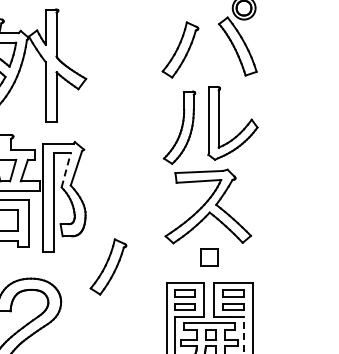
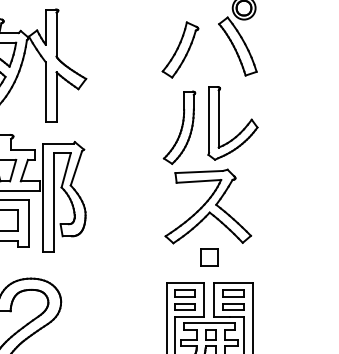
line at (66, 170): dashed -> solid
part at (108, 266): present -> none
line at (244, 334): dashed -> solid
